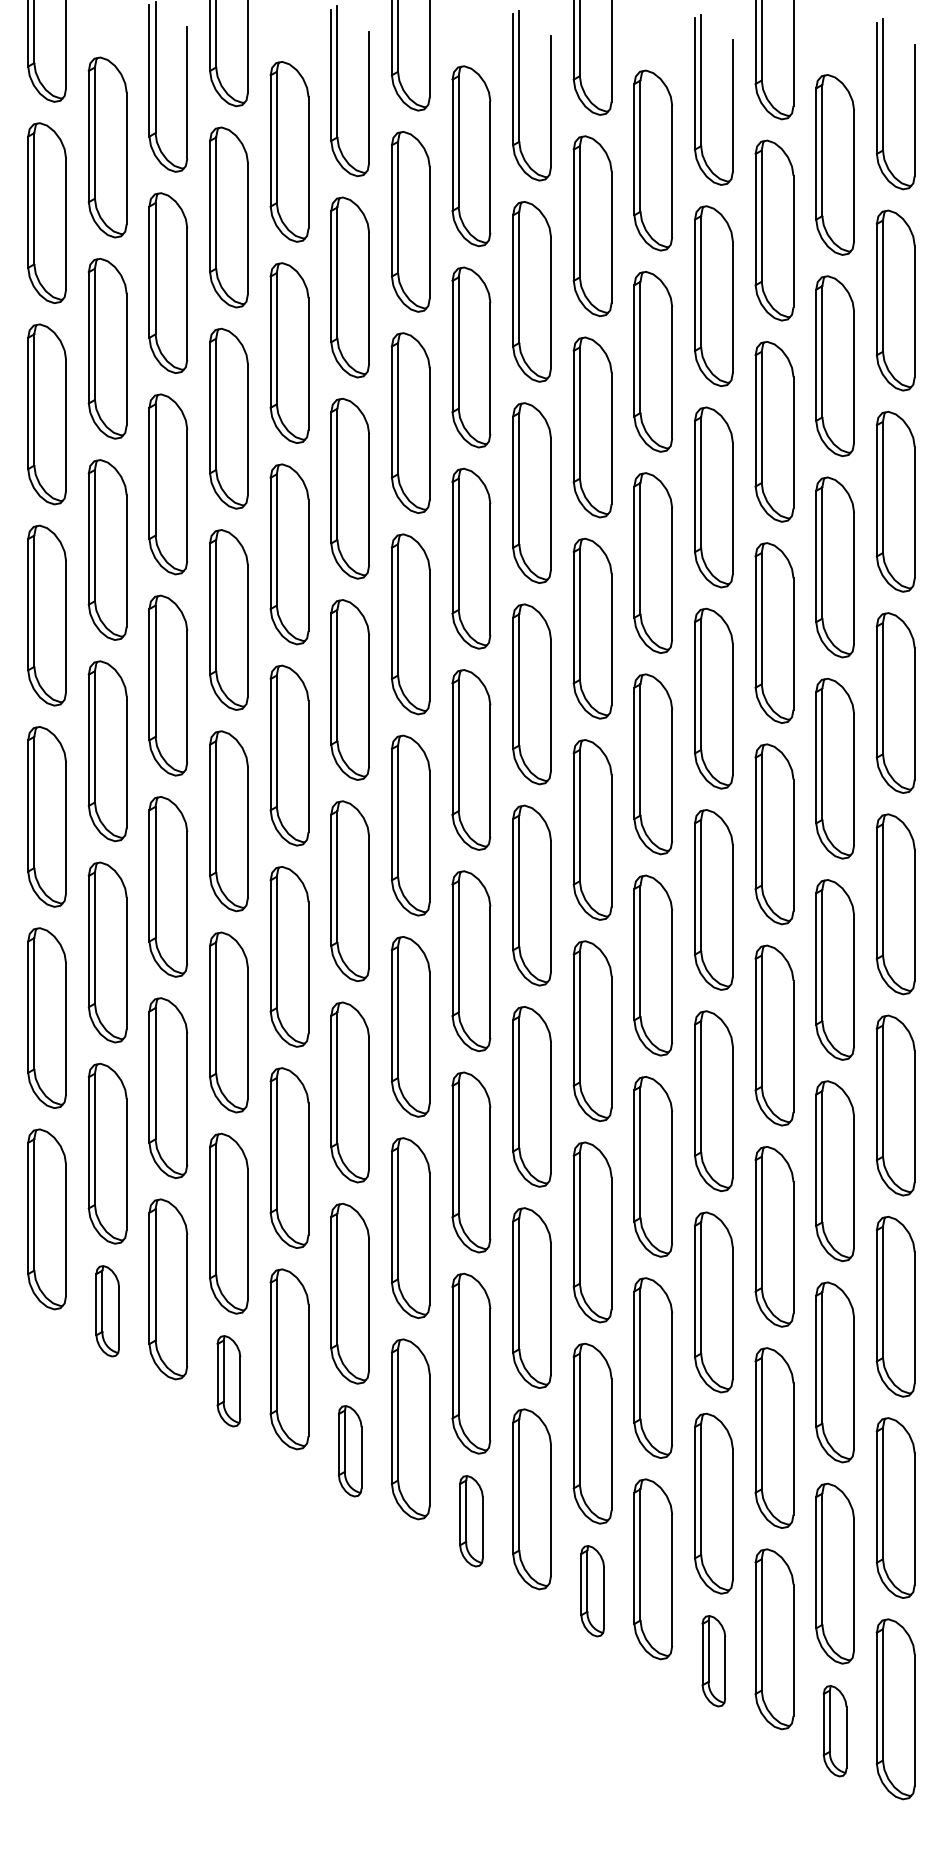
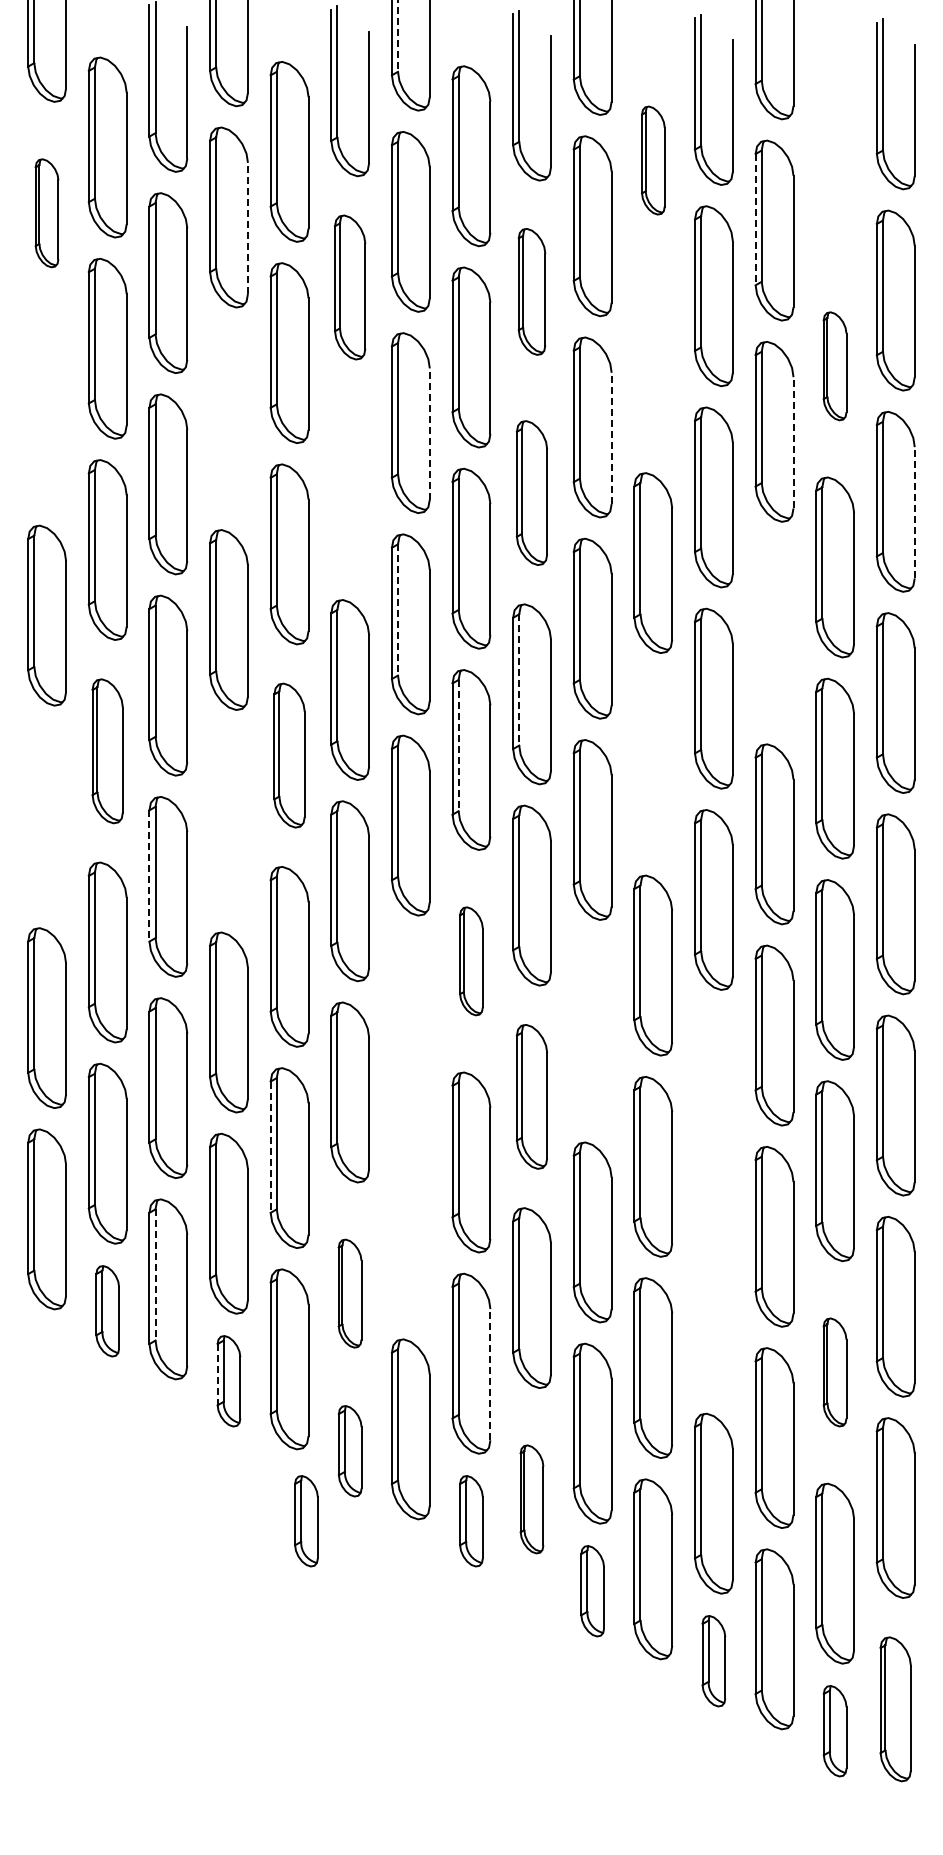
line at (398, 36): solid -> dashed
part at (653, 160) size: 41x183 px -> 25x111 px
part at (834, 164): present -> none
part at (46, 213) size: 40x183 px -> 26x111 px
line at (755, 219): solid -> dashed
line at (247, 228): solid -> dashed
part at (349, 287) size: 40x183 px -> 33x147 px
part at (531, 291) size: 40x182 px -> 30x128 px
part at (653, 361): present -> none
part at (834, 366) size: 40x183 px -> 26x111 px
part at (46, 414): present -> none
part at (228, 418): present -> none
line at (429, 434): solid -> dashed
line at (611, 438): solid -> dashed
line at (793, 442): solid -> dashed
part at (349, 488): present -> none
part at (531, 492) size: 40x182 px -> 33x146 px
line at (914, 512): solid -> dashed
line at (398, 609): solid -> dashed
part at (774, 632): present -> none
line at (519, 679): solid -> dashed
line at (458, 745): solid -> dashed
part at (107, 751) size: 41x183 px -> 33x147 px
part at (289, 755) size: 41x183 px -> 33x147 px
part at (653, 764): present -> none
part at (46, 816): present -> none
part at (228, 821): present -> none
line at (149, 875): solid -> dashed
part at (471, 961) size: 41x183 px -> 25x111 px
part at (410, 1026): present -> none
part at (592, 1031): present -> none
part at (531, 1096) size: 40x182 px -> 34x146 px
part at (713, 1101): present -> none
line at (270, 1147): solid -> dashed
part at (410, 1227): present -> none
line at (155, 1274): solid -> dashed
part at (349, 1293) size: 40x183 px -> 26x111 px
part at (713, 1302): present -> none
part at (834, 1372) size: 40x183 px -> 26x111 px
line at (217, 1374): solid -> dashed
line at (490, 1374): solid -> dashed
part at (531, 1499) size: 40x183 px -> 26x111 px
part at (306, 1521): none -> present
part at (895, 1709) size: 41x183 px -> 33x147 px
